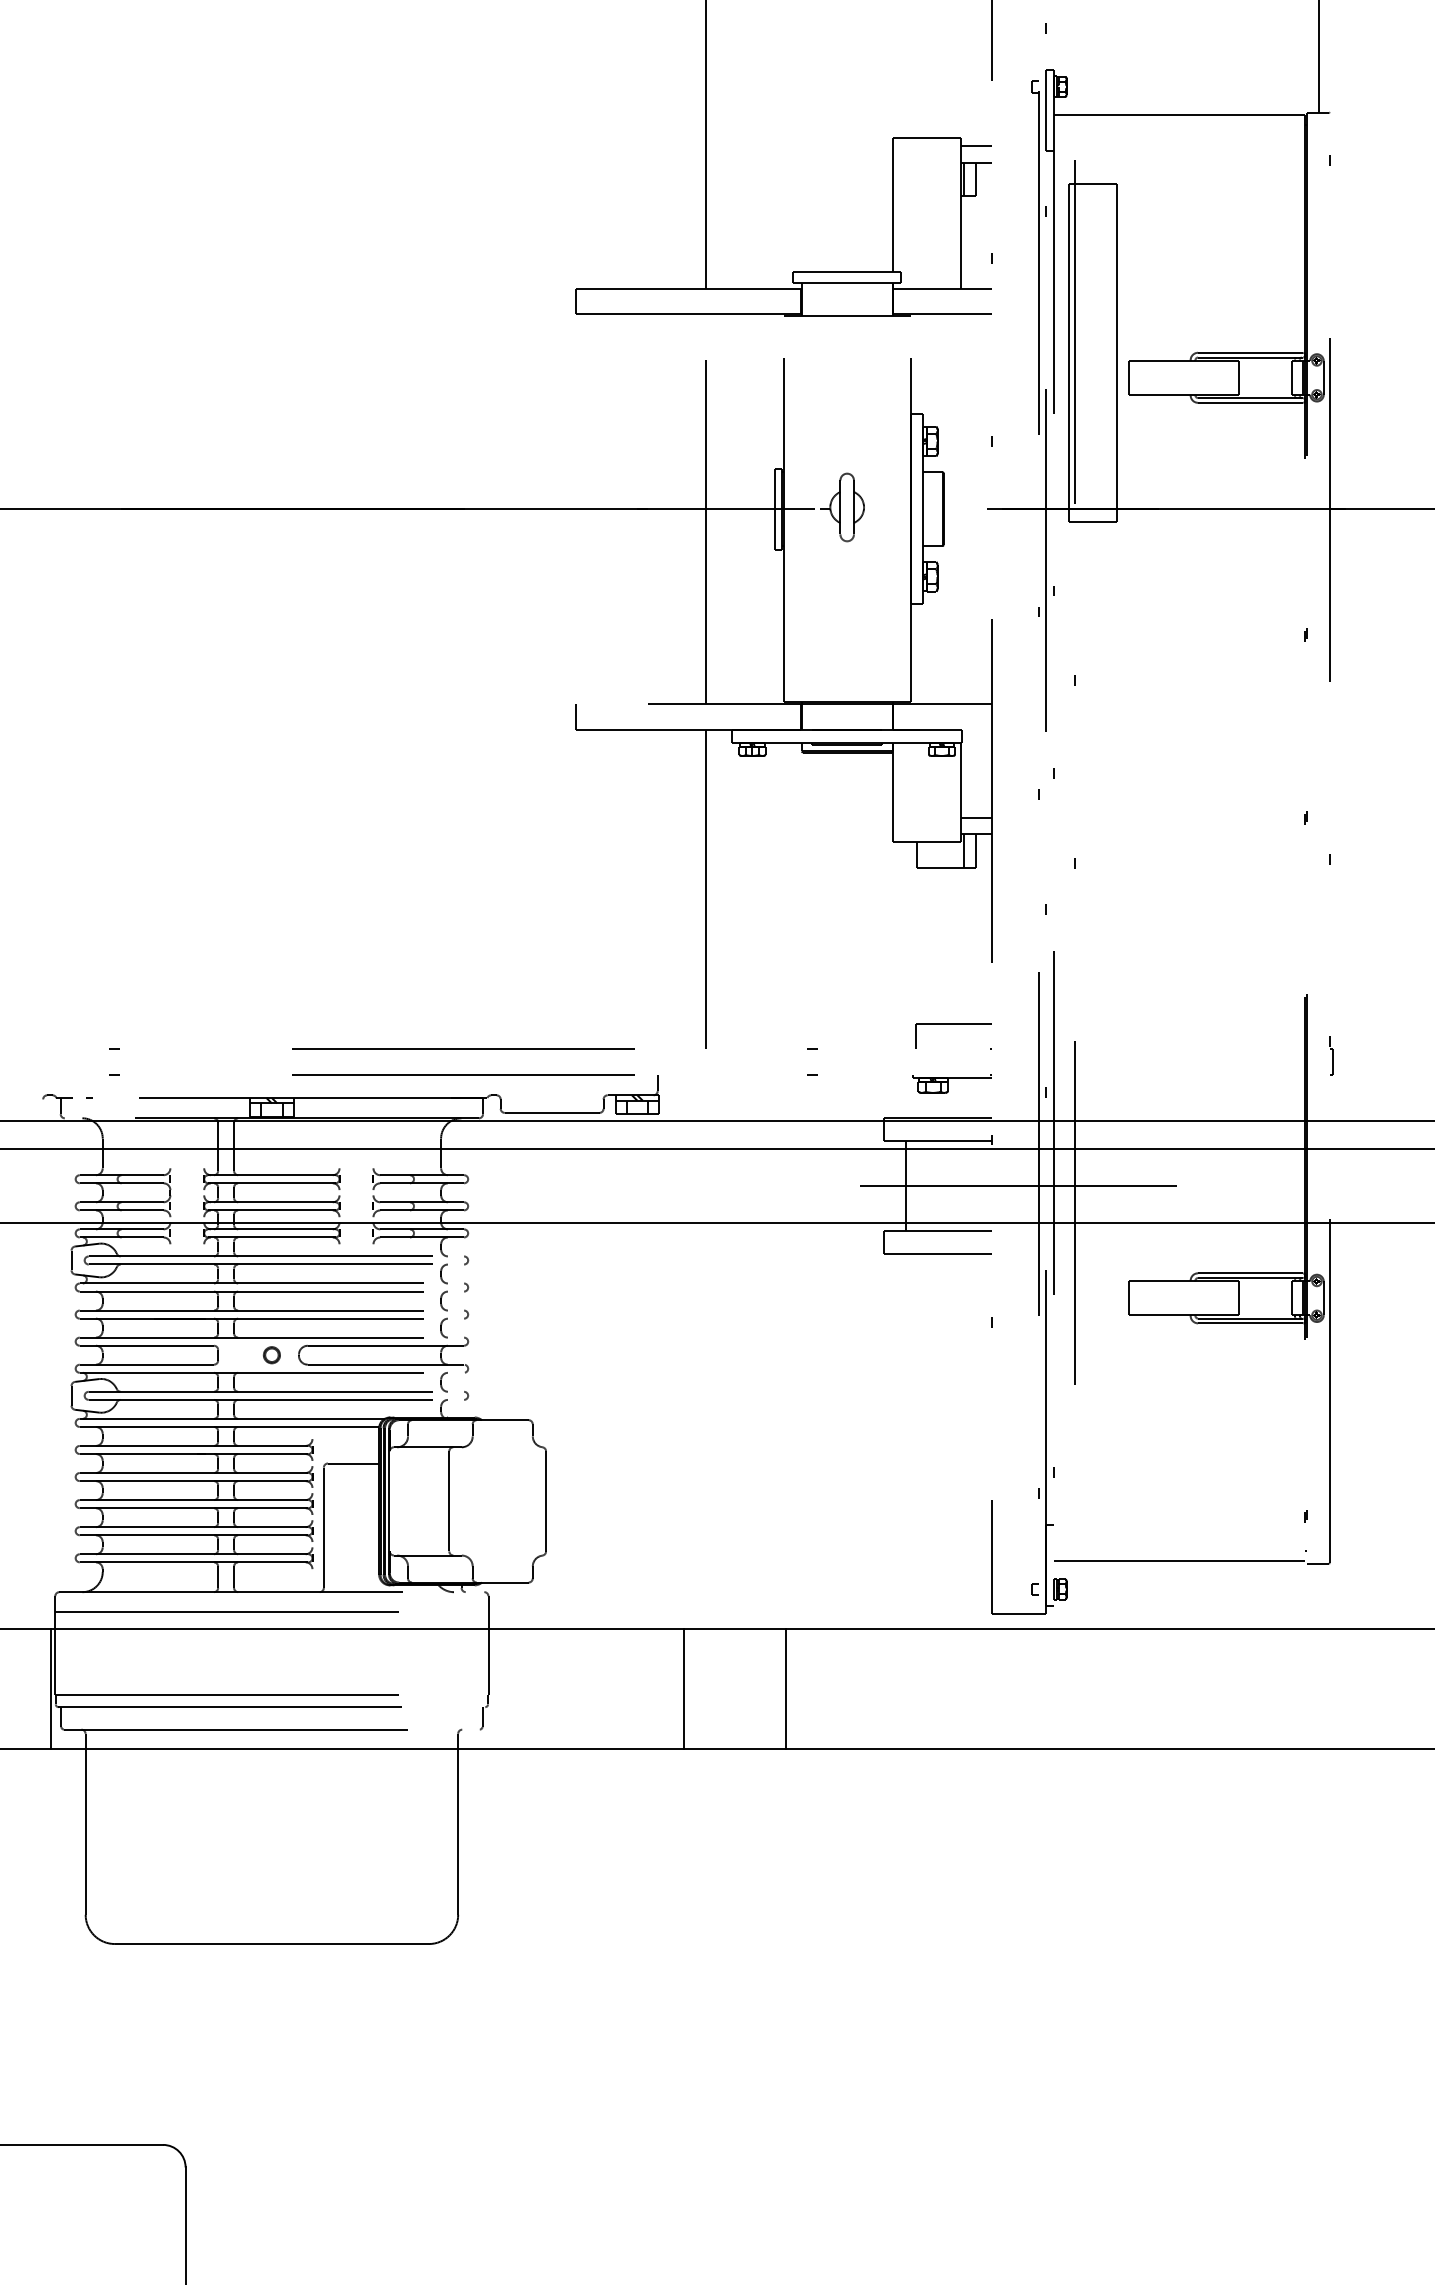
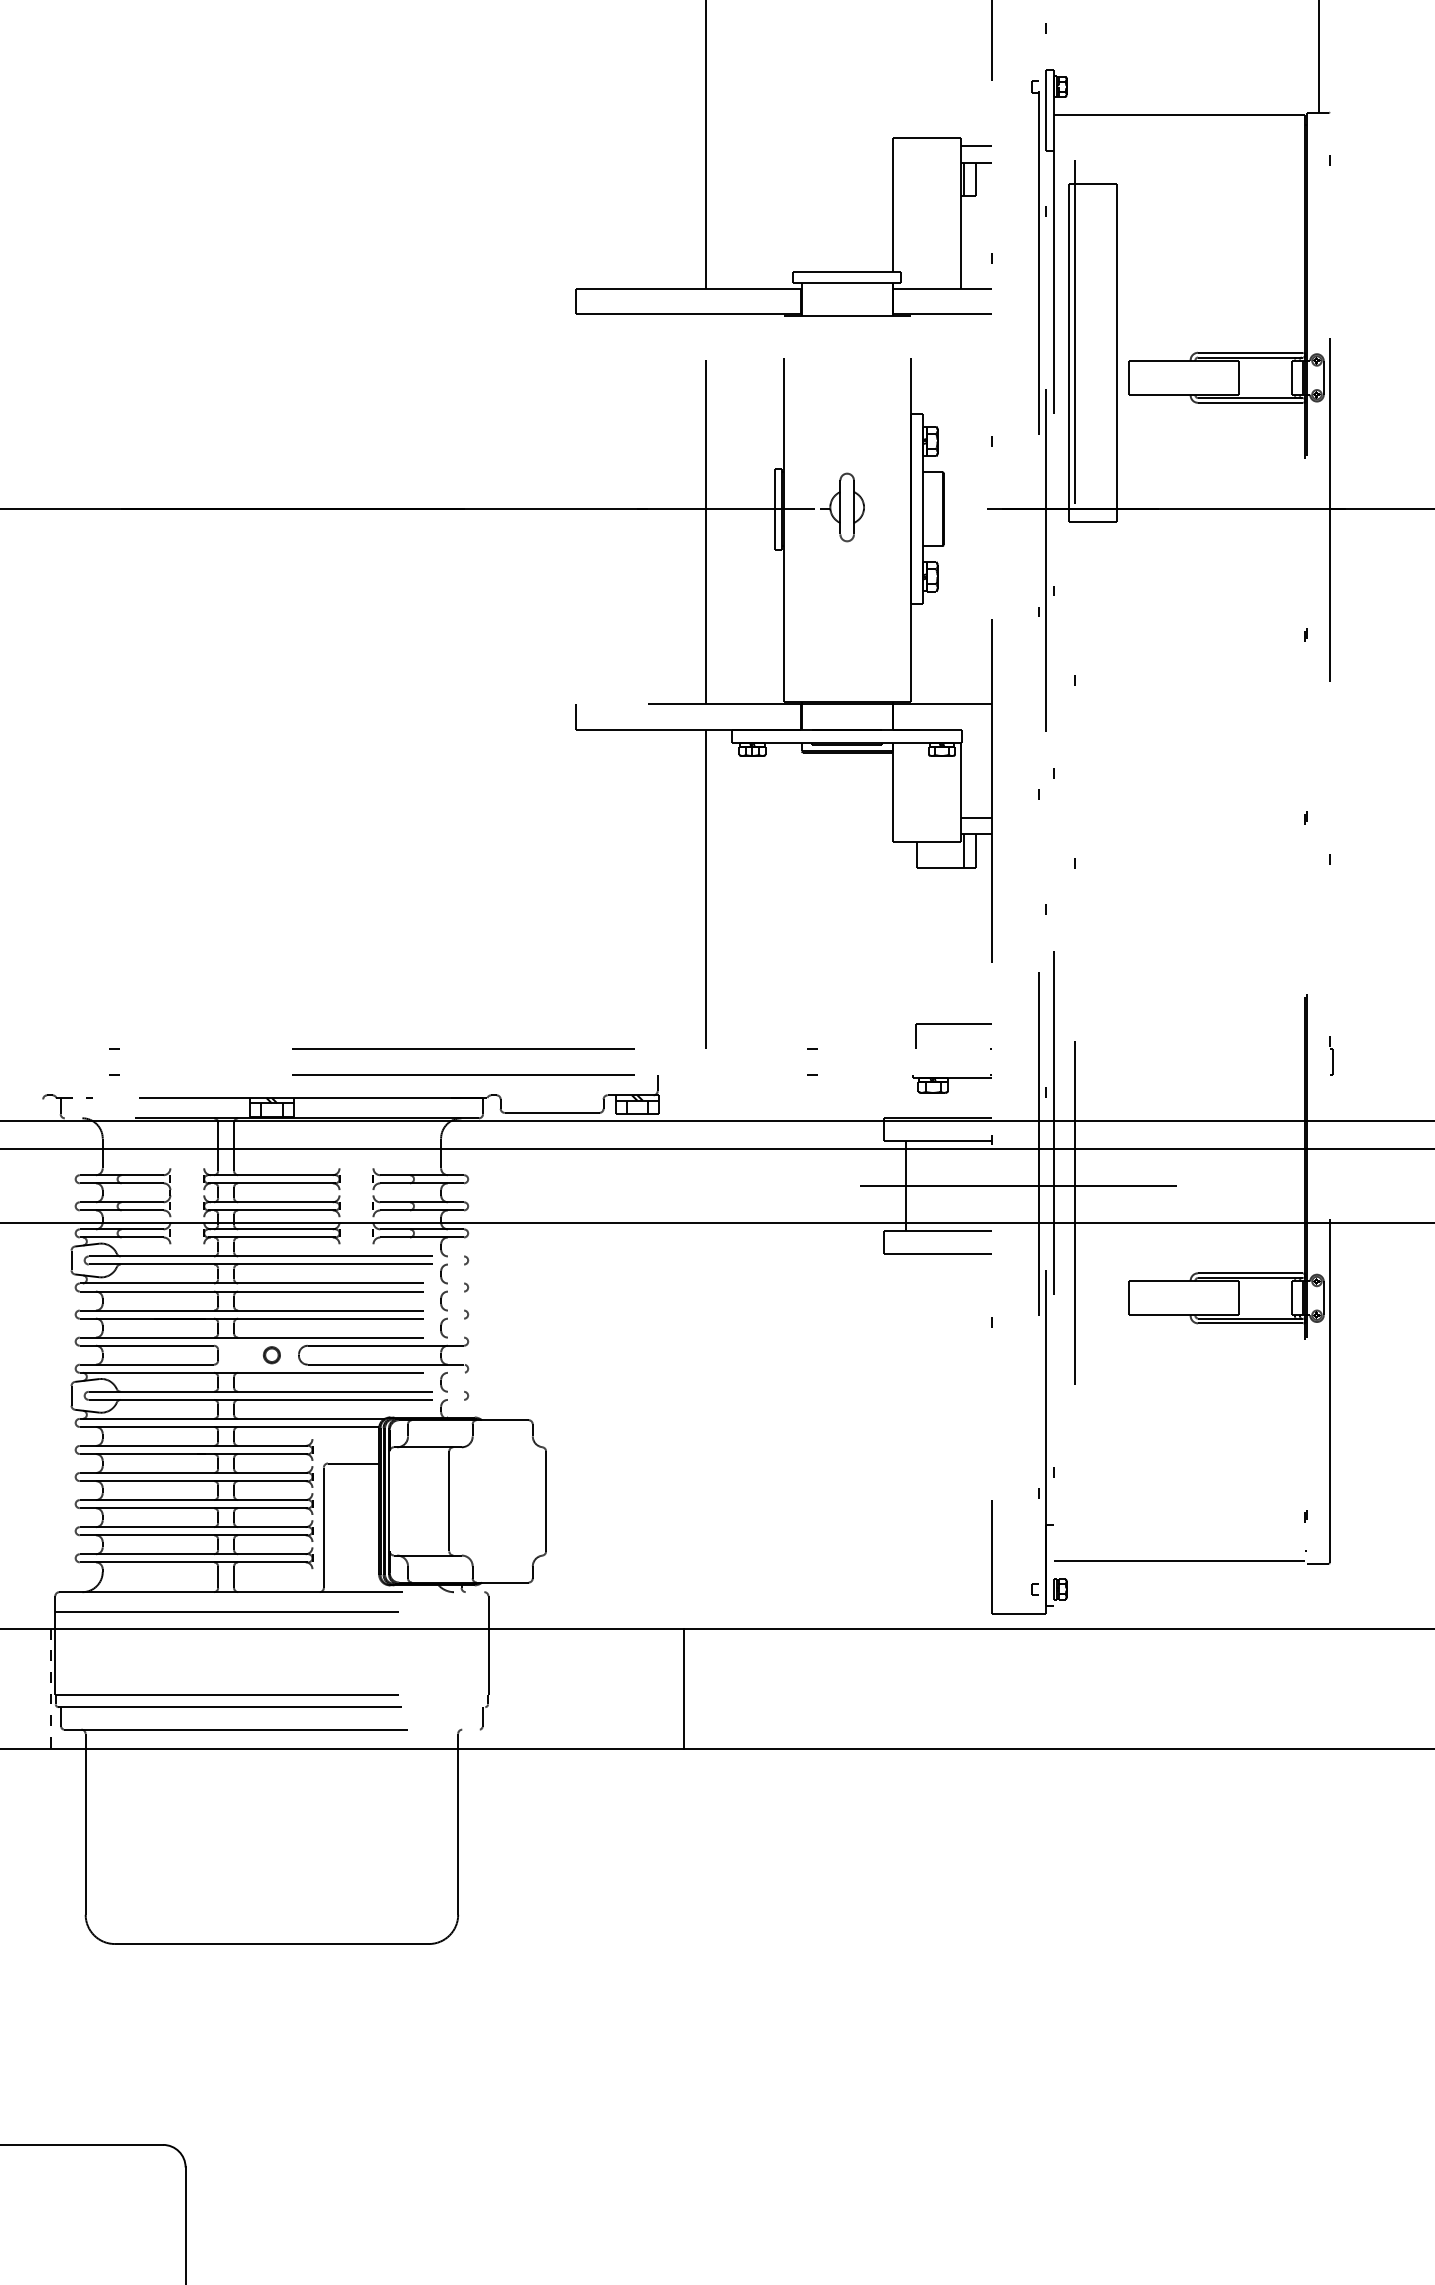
line at (785, 1688): present -> none
line at (50, 1689): solid -> dashed
